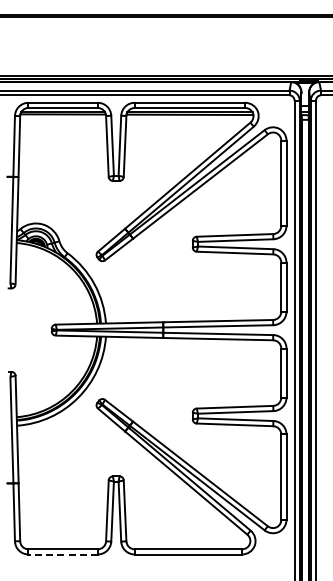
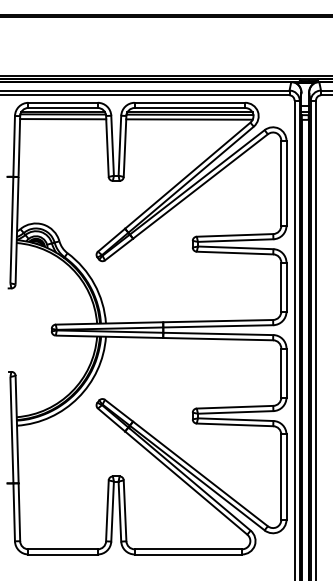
line at (63, 119): none -> present
line at (189, 119): none -> present
line at (63, 554): dashed -> solid
